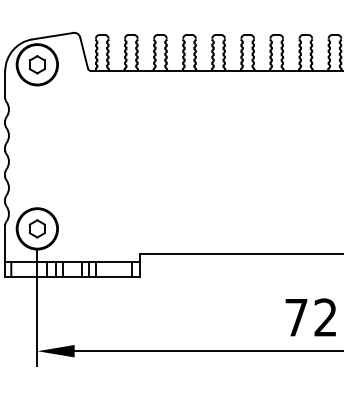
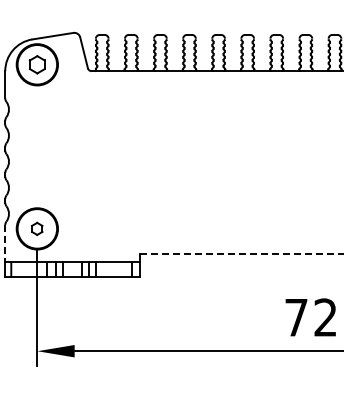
part at (36, 228) size: 18x20 px -> 13x16 px
line at (5, 243): solid -> dashed
line at (241, 254): solid -> dashed
